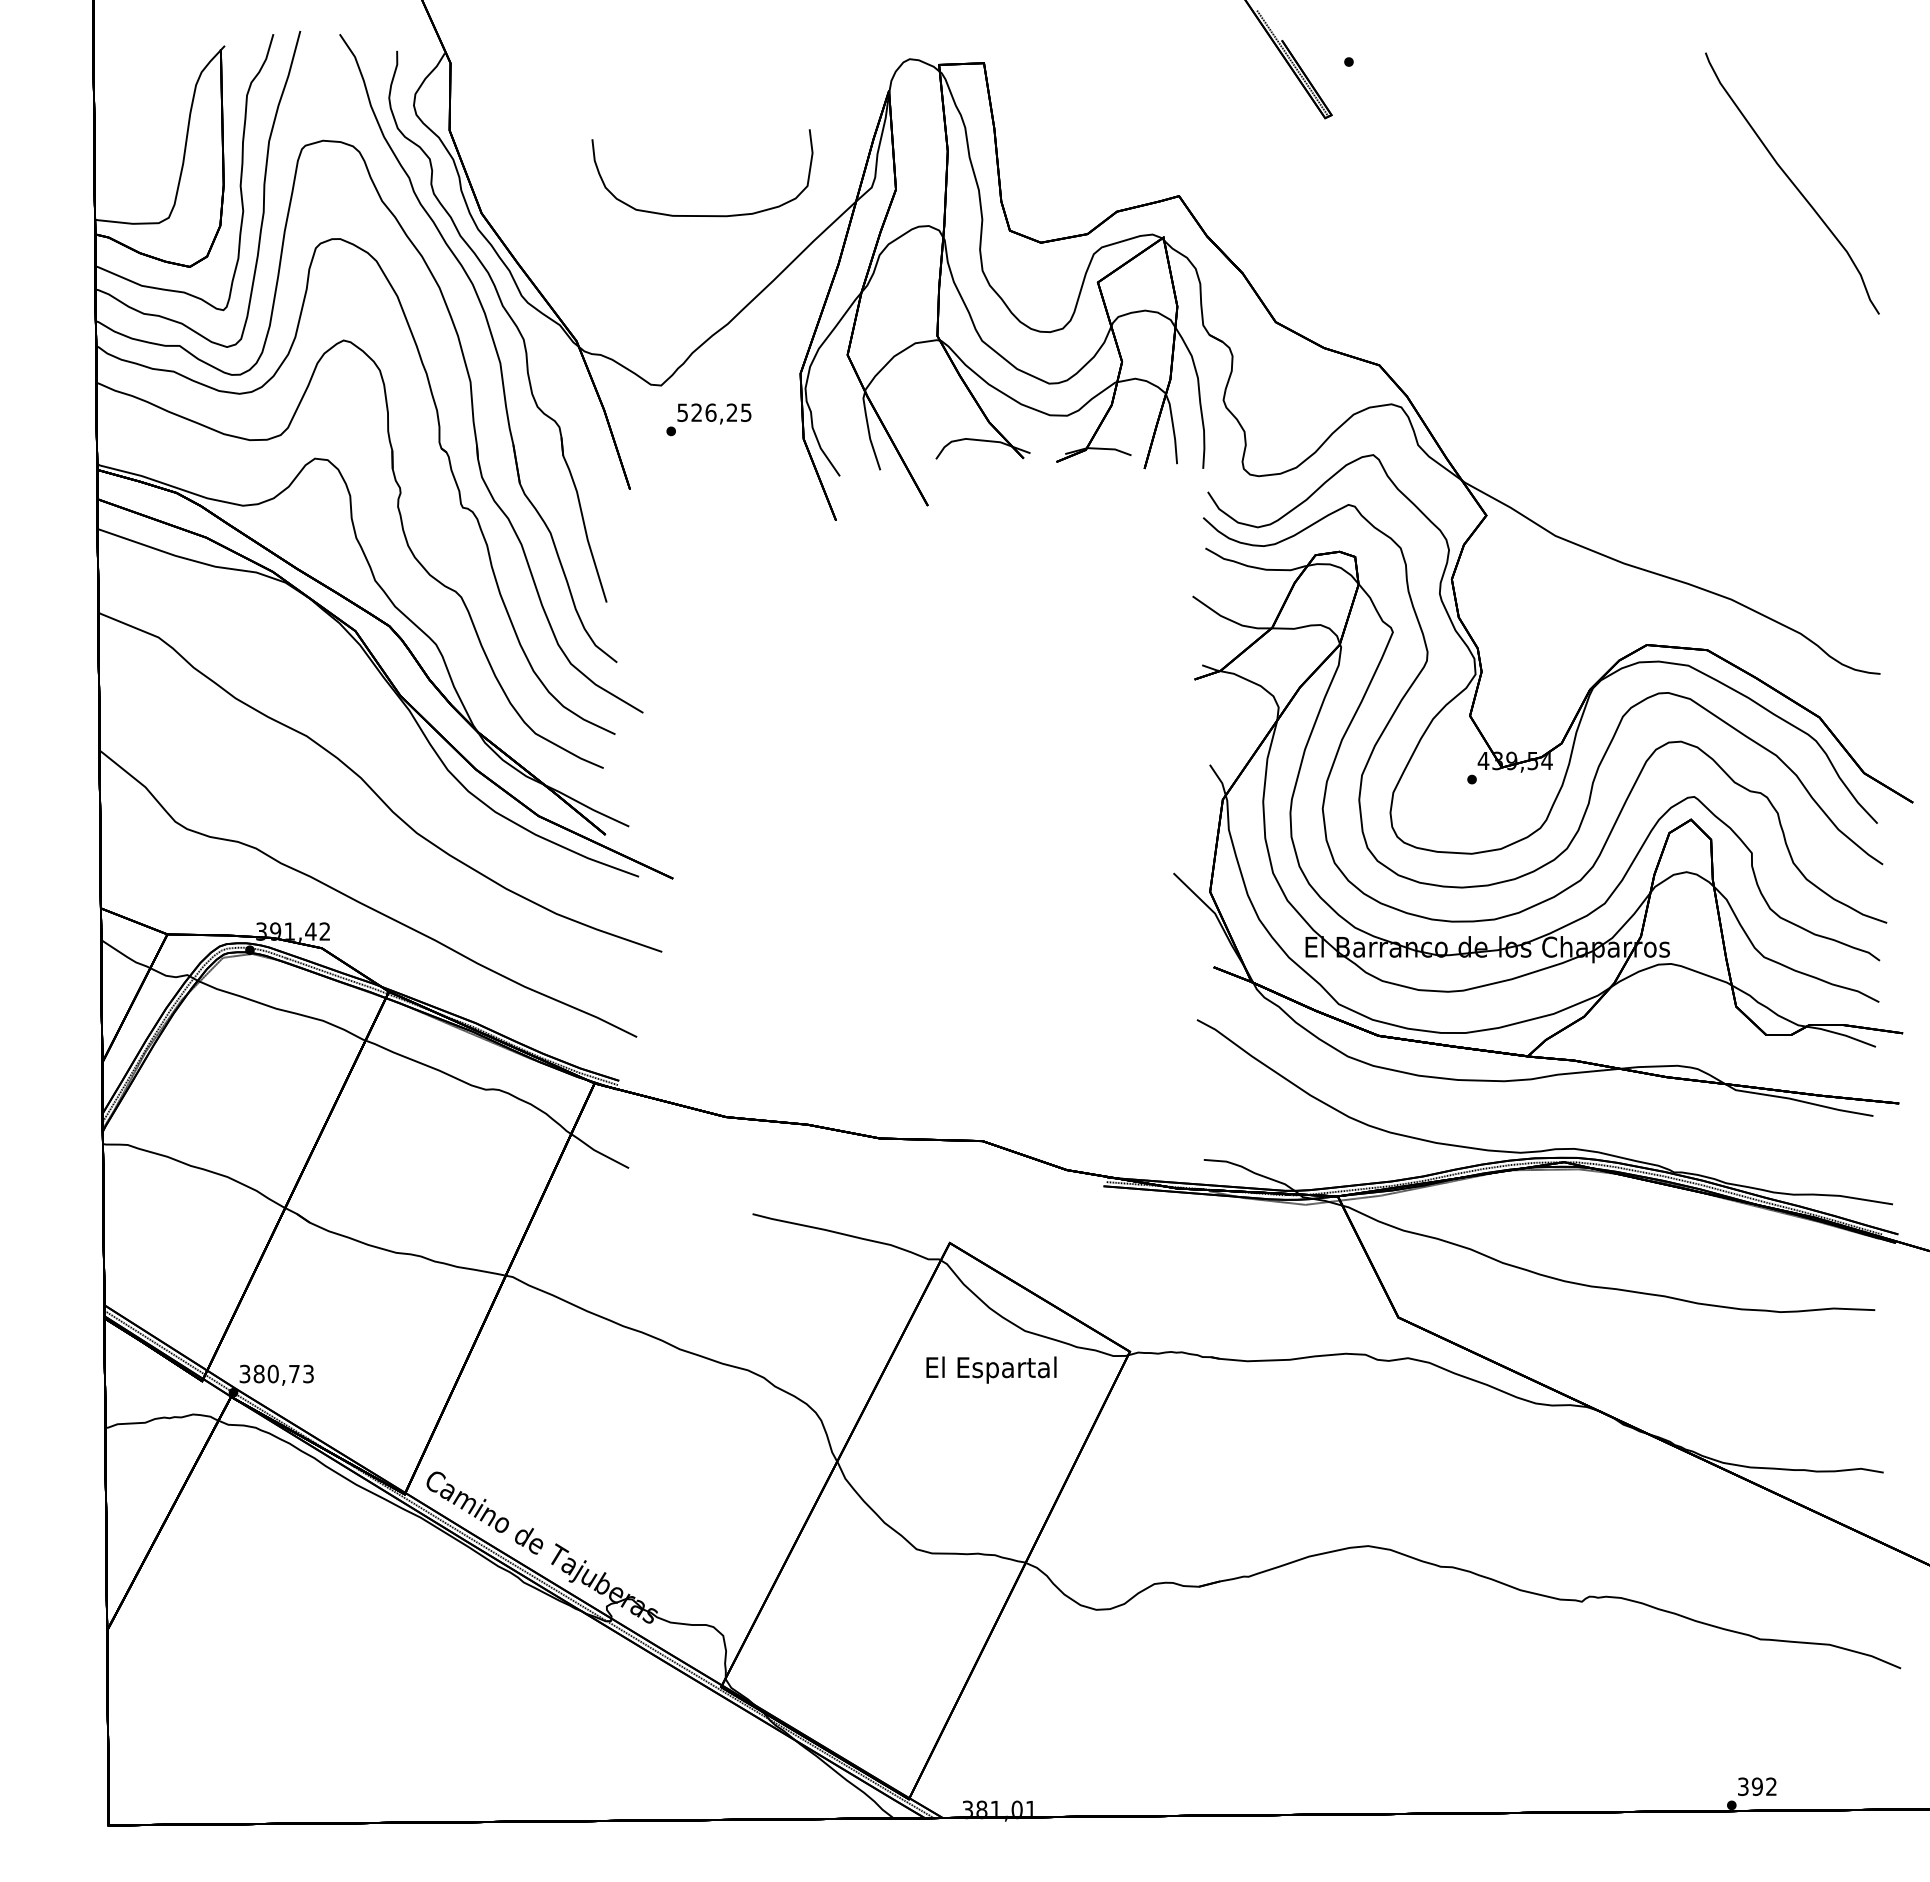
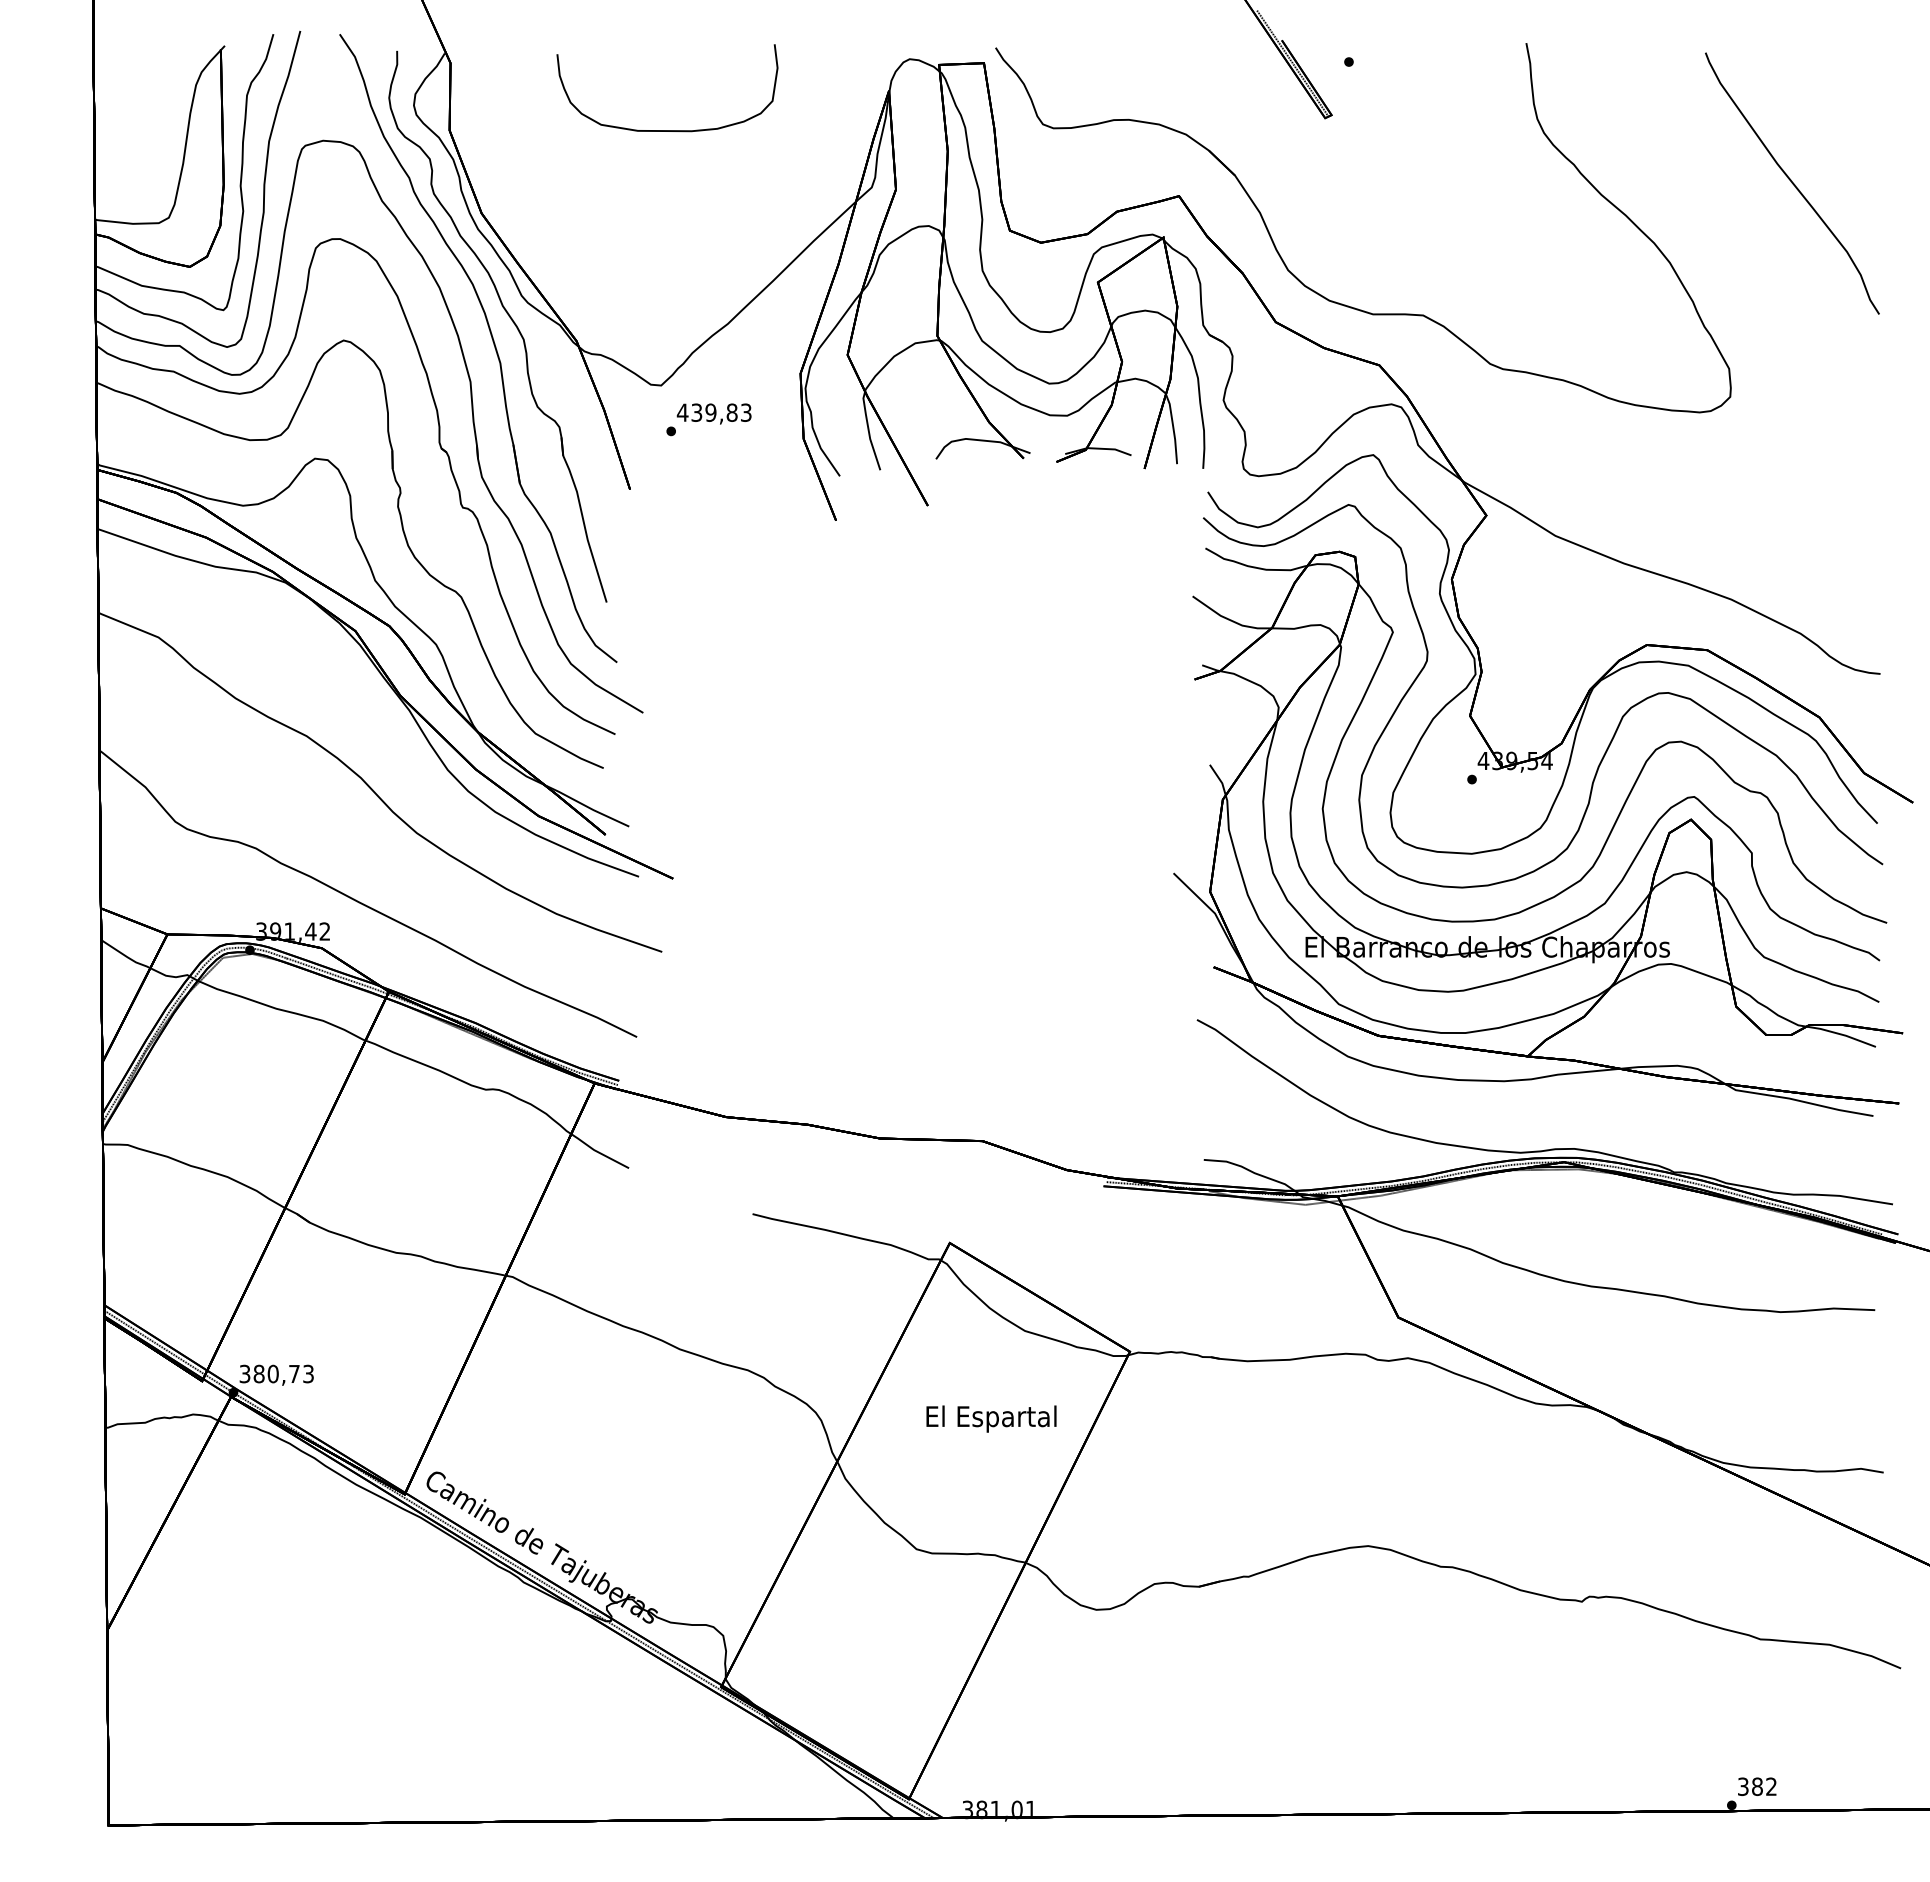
curve at (702, 215) position: (702, 215) -> (667, 130)
part at (1339, 302): none -> present
text at (713, 412): 526,25 -> 439,83
text at (991, 1369) position: (991, 1369) -> (991, 1418)
text at (1756, 1786): 392 -> 382
